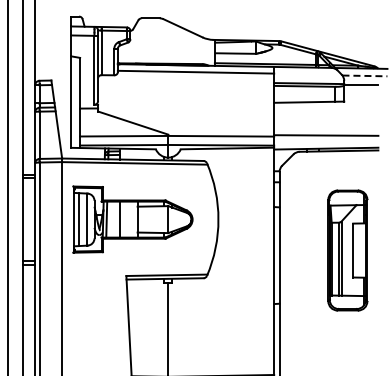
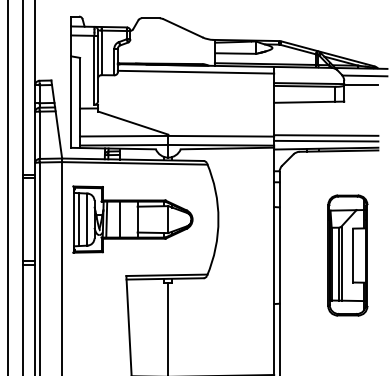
line at (365, 75): dashed -> solid
line at (326, 140): none -> present
part at (347, 250) position: (347, 250) -> (347, 255)
